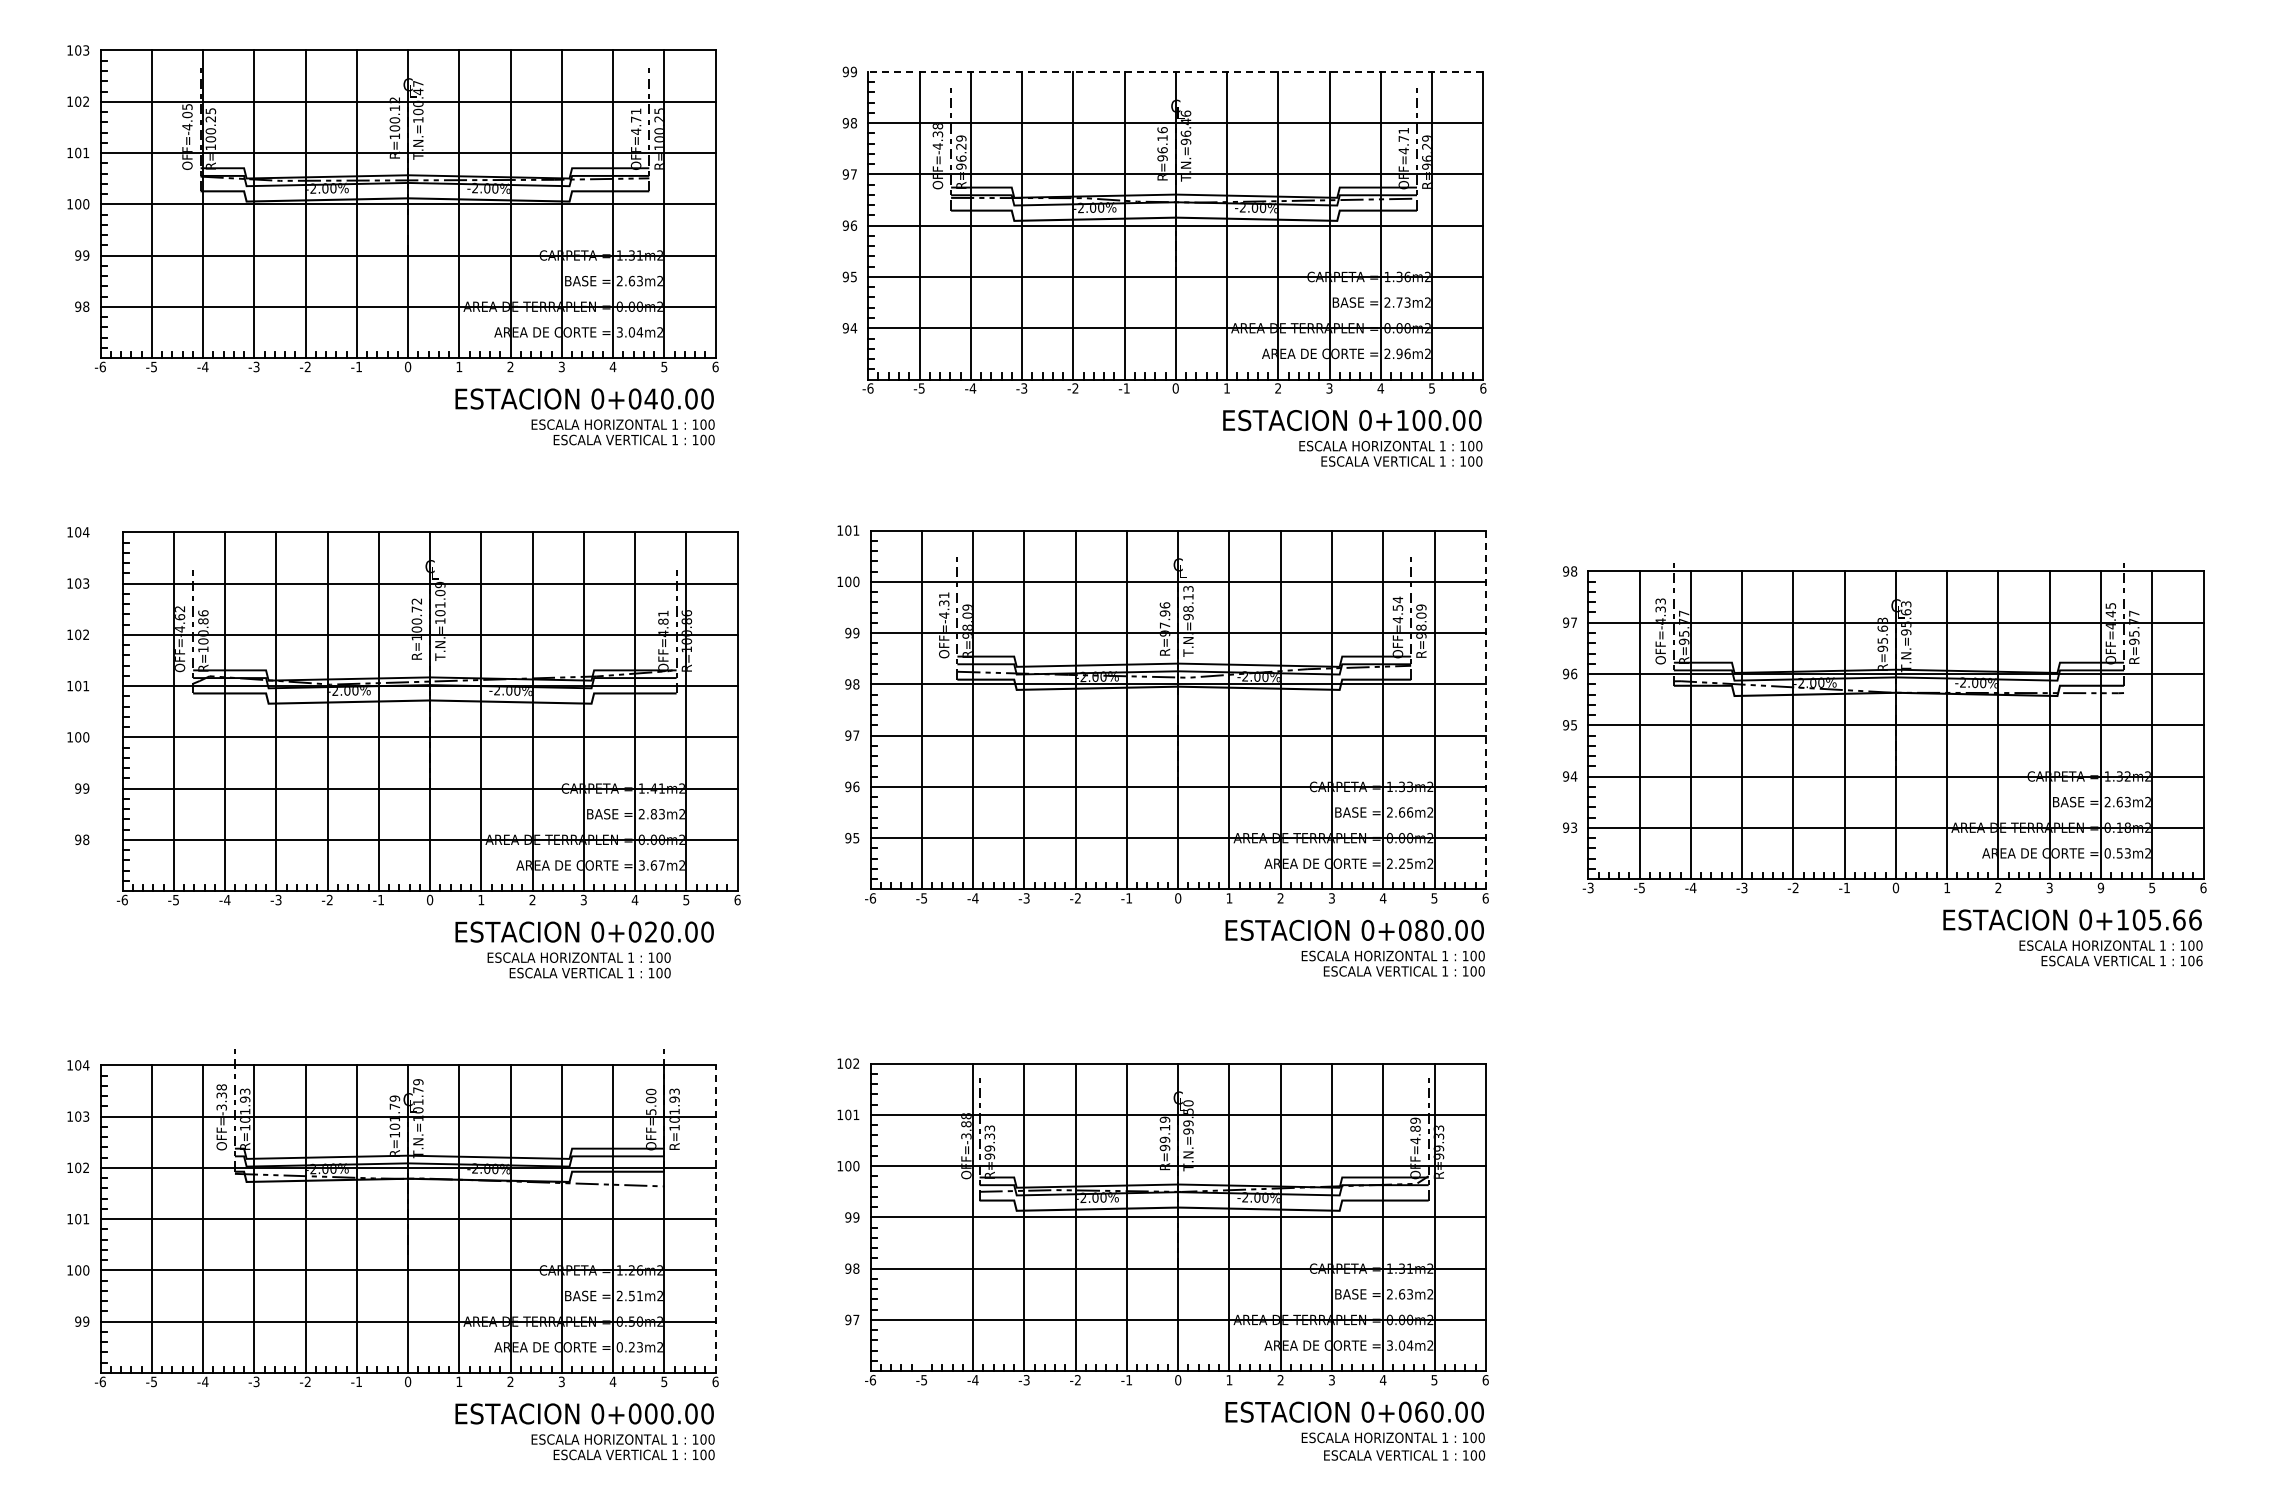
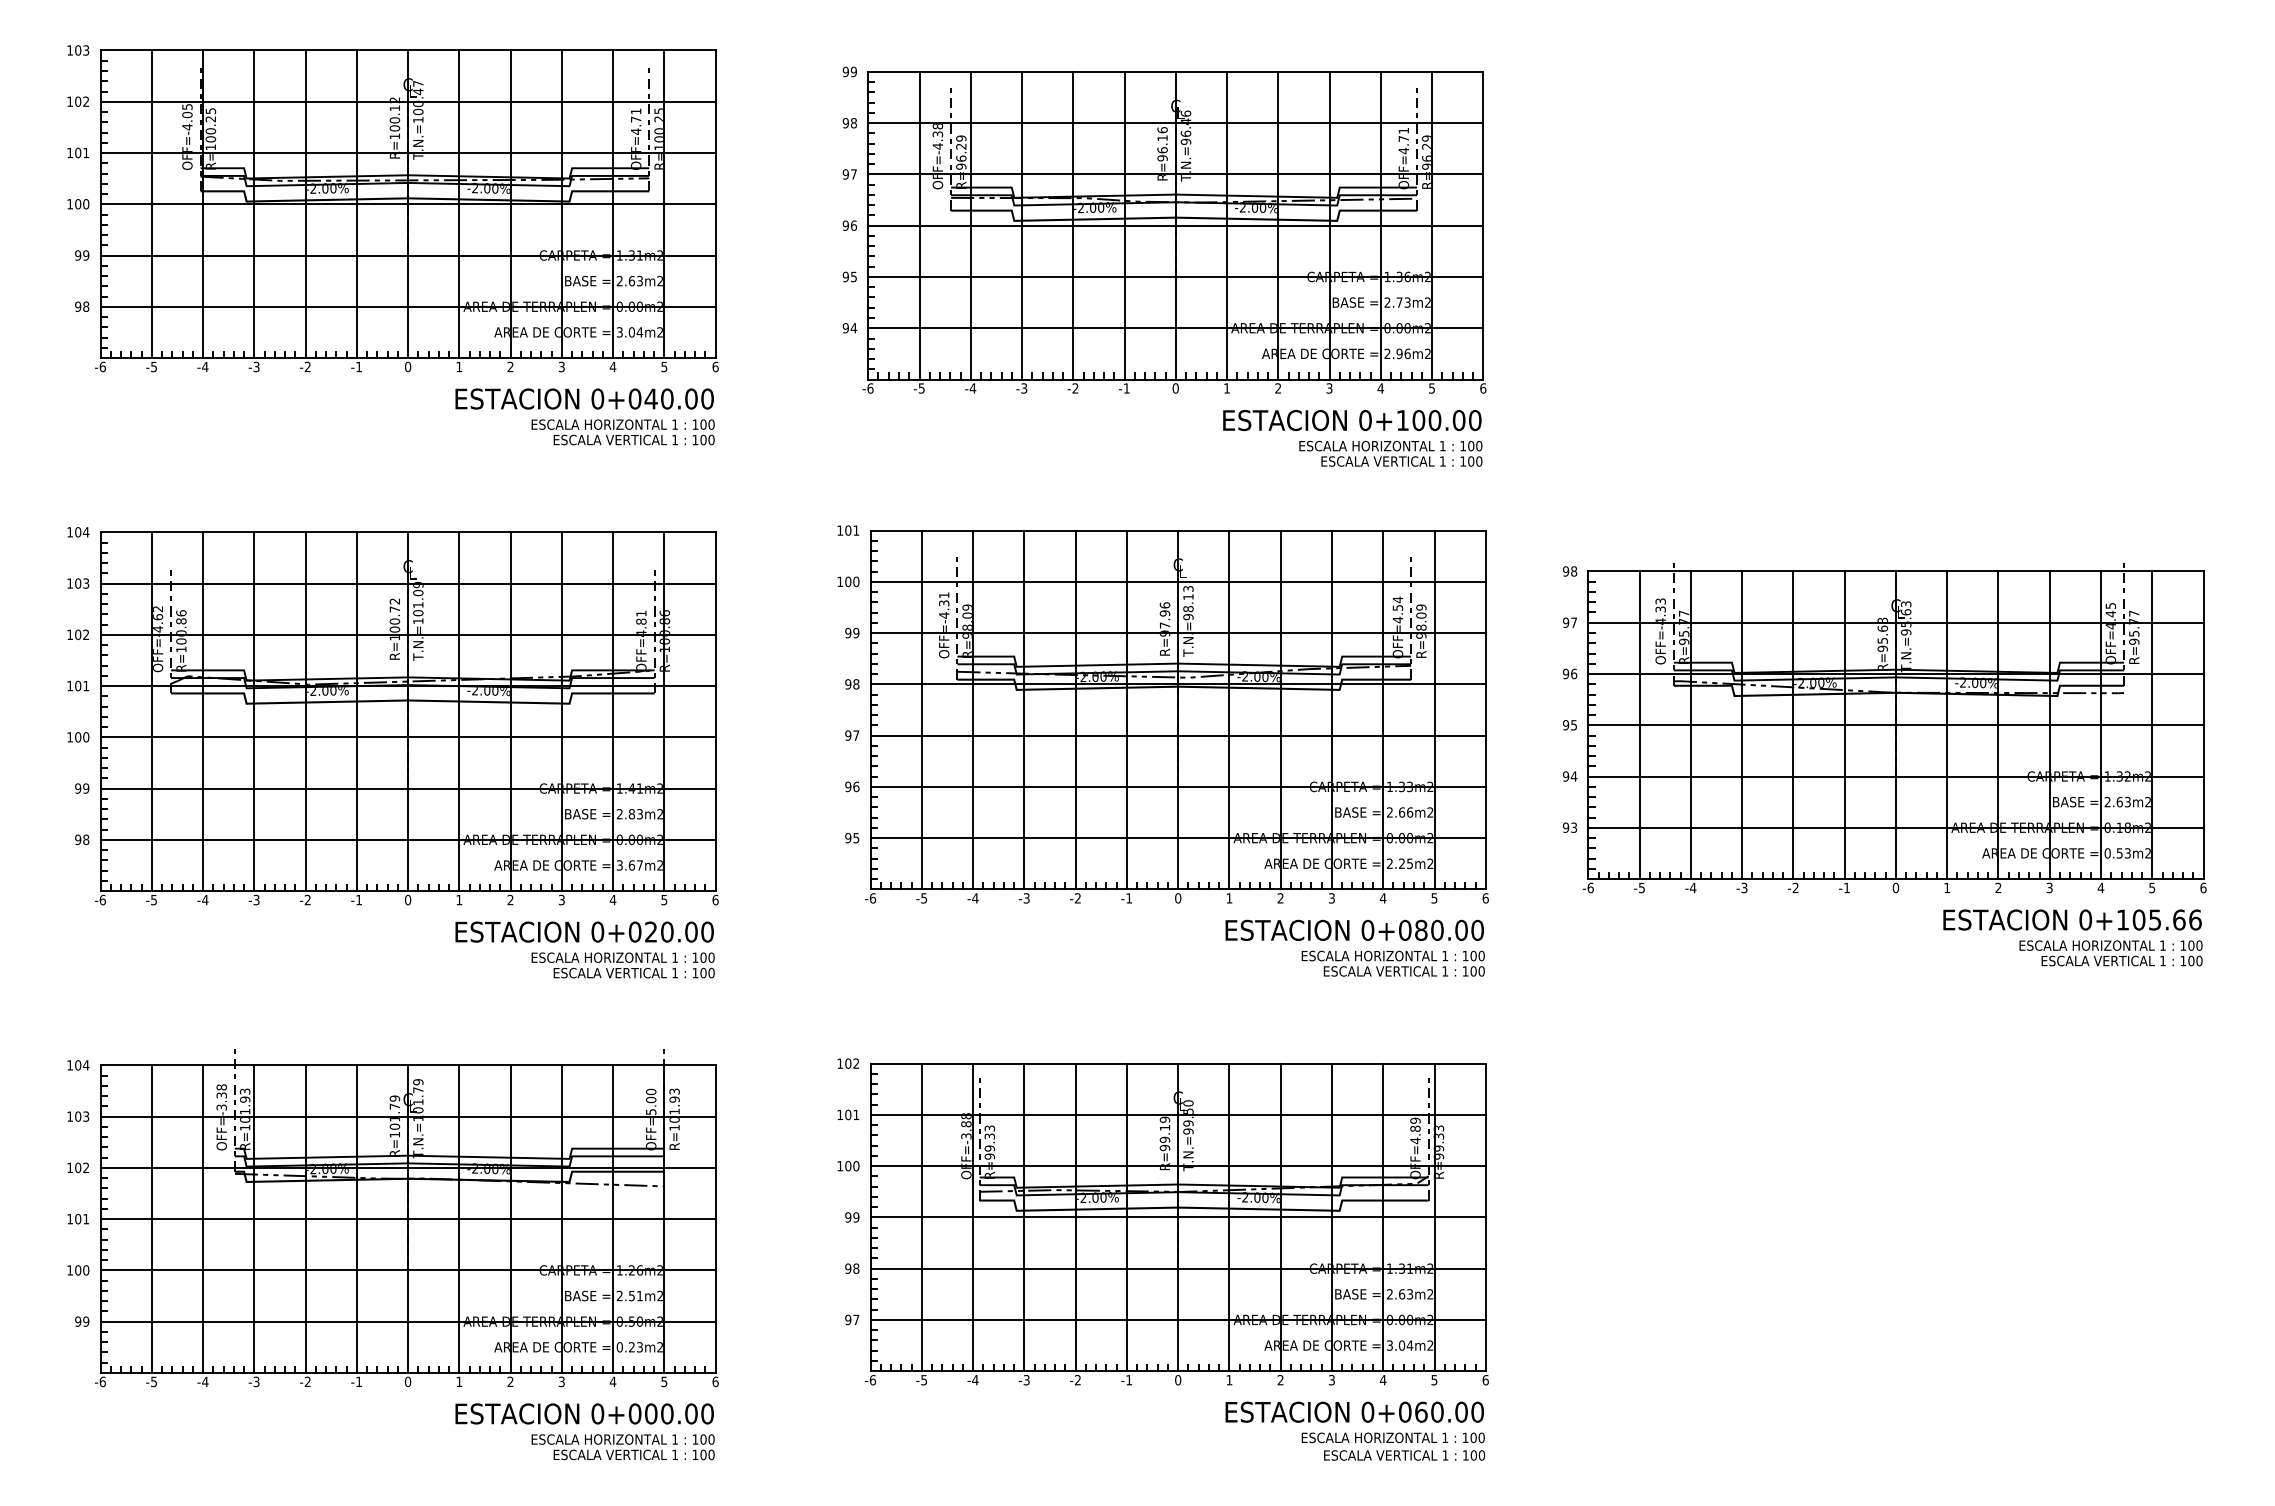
line at (1175, 71): dashed -> solid
line at (1485, 709): dashed -> solid
part at (428, 718) position: (428, 718) -> (406, 718)
text at (1590, 887): -3 -> -6
text at (2100, 887): 9 -> 4
text at (2199, 960): 106 -> 100
text at (578, 965) position: (578, 965) -> (622, 965)
line at (921, 1217): none -> present
line at (715, 1219): dashed -> solid
